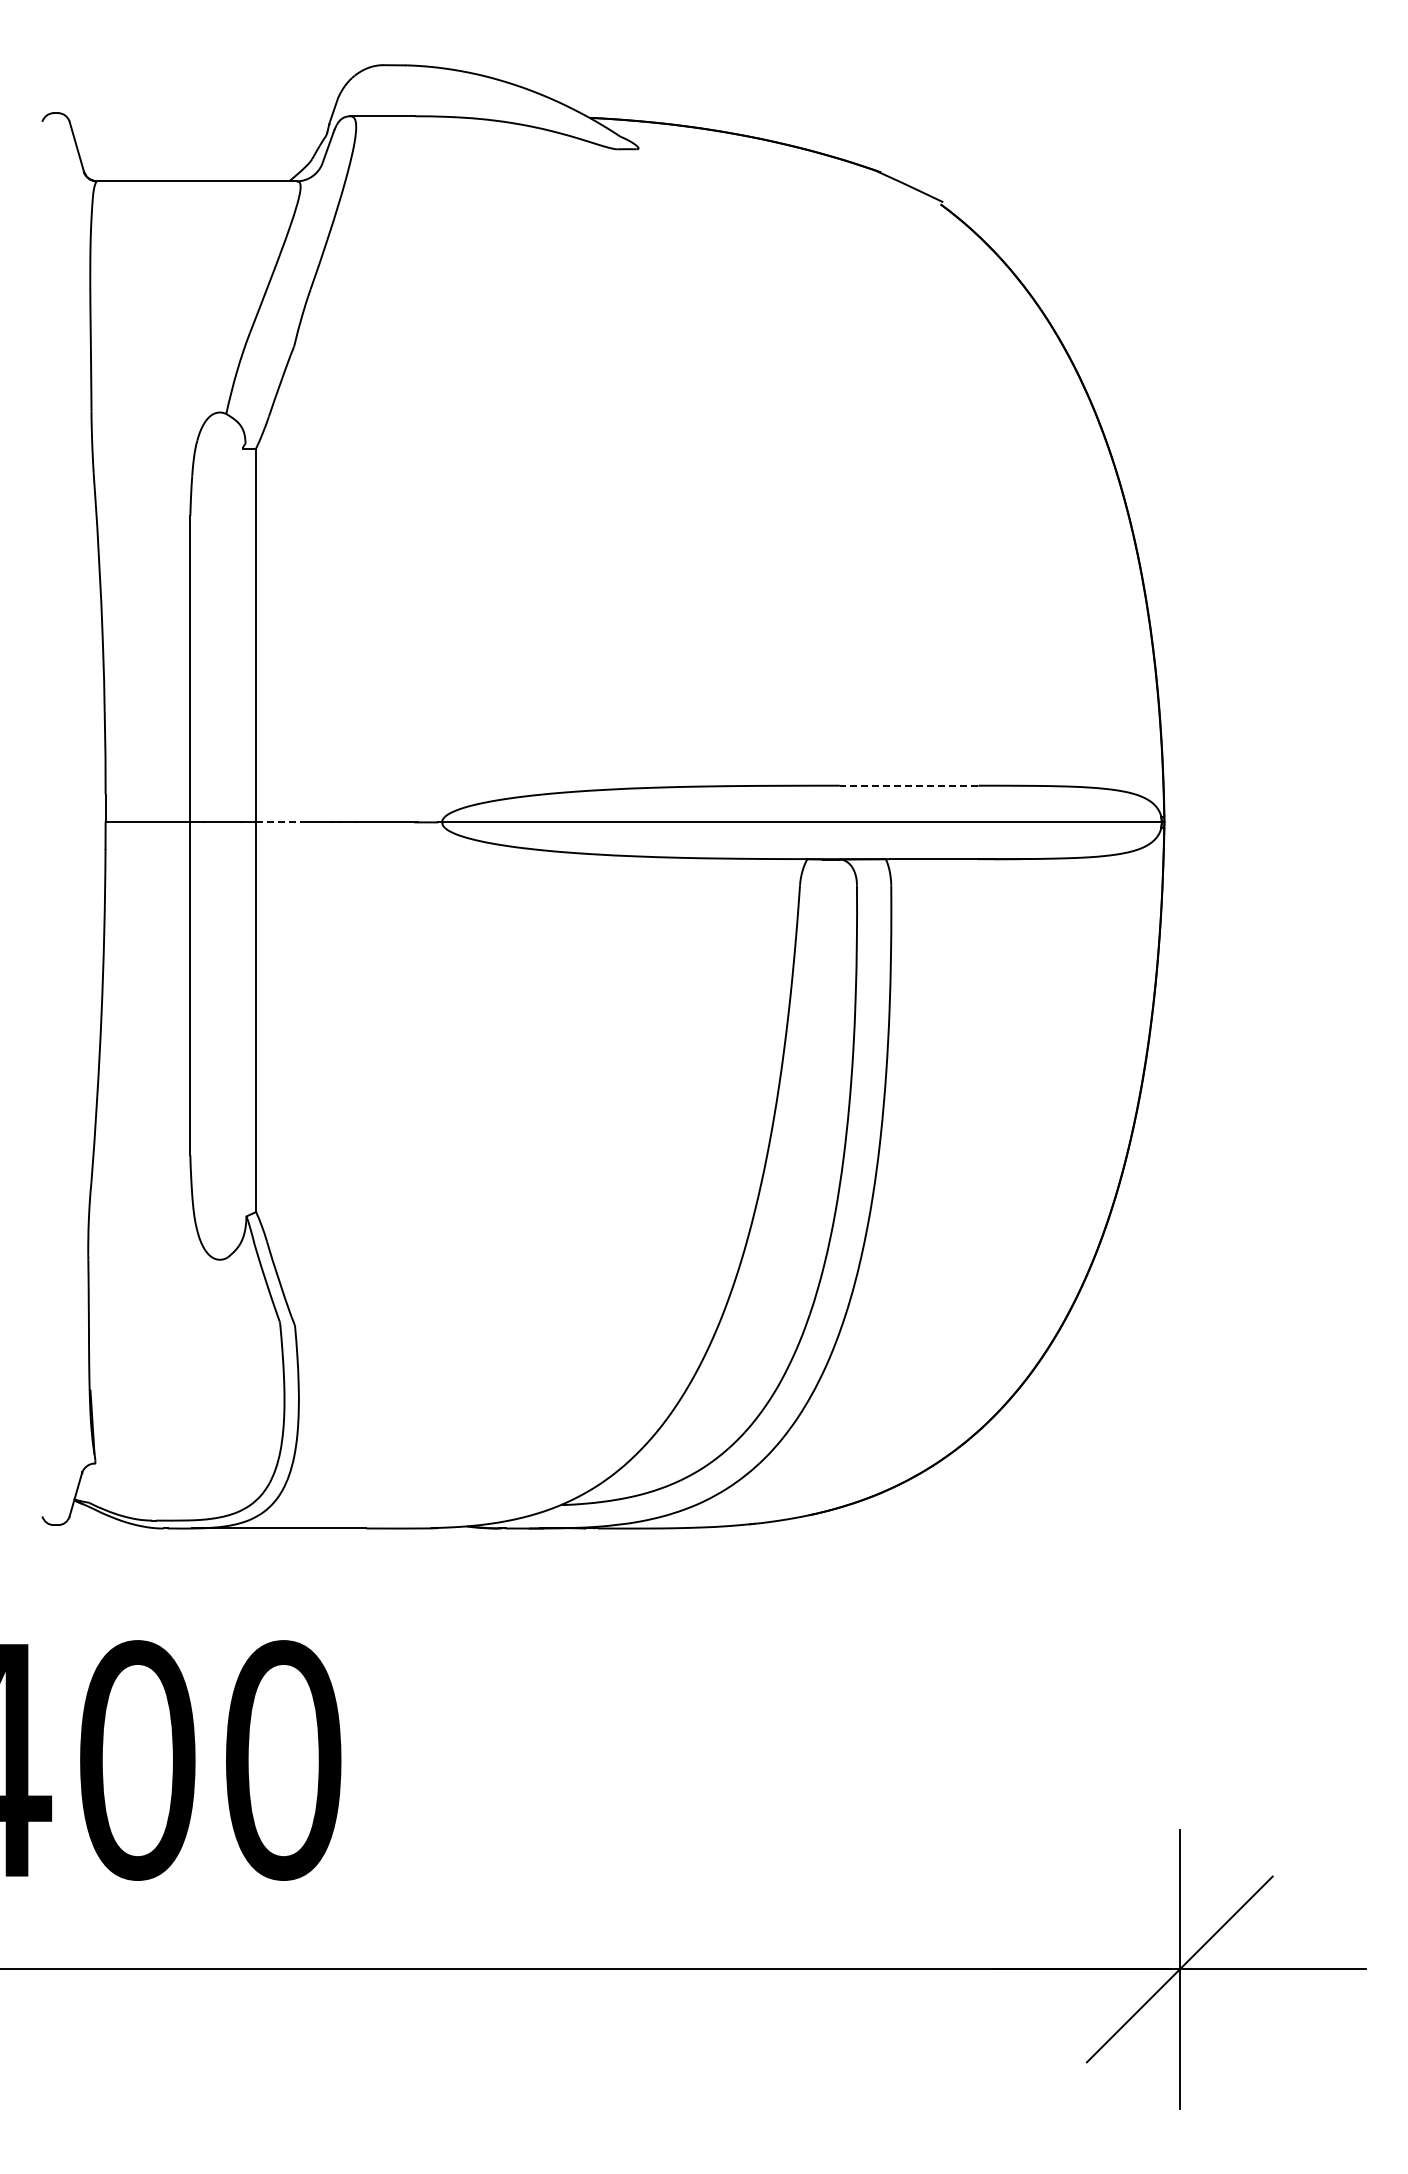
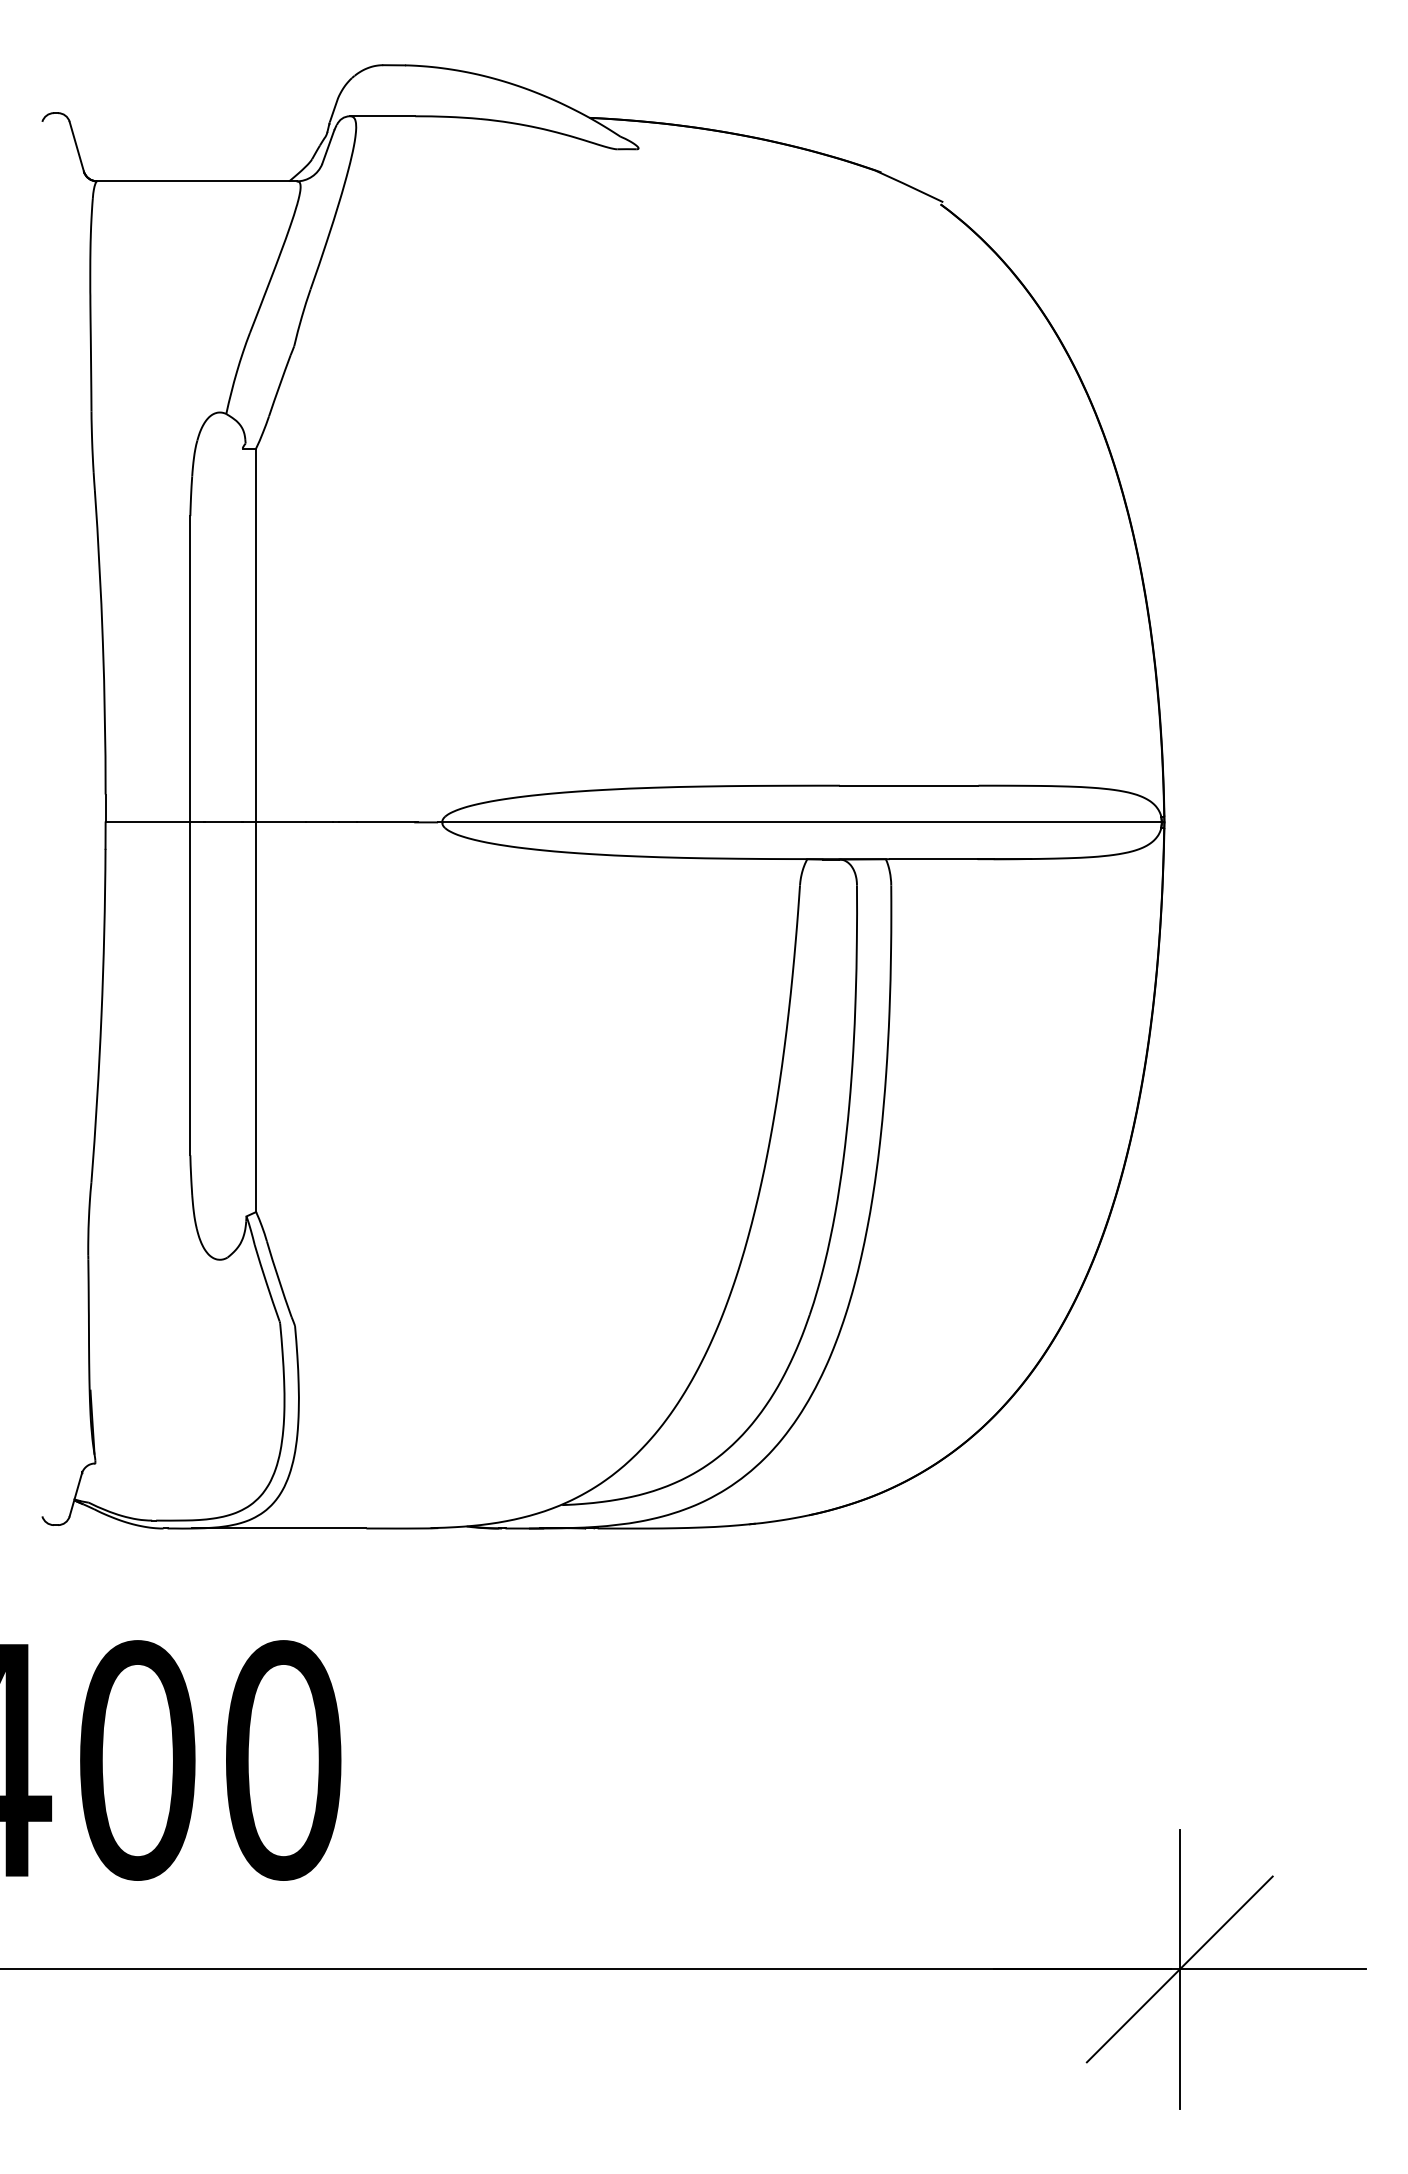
line at (908, 785): dashed -> solid
line at (280, 822): dashed -> solid
